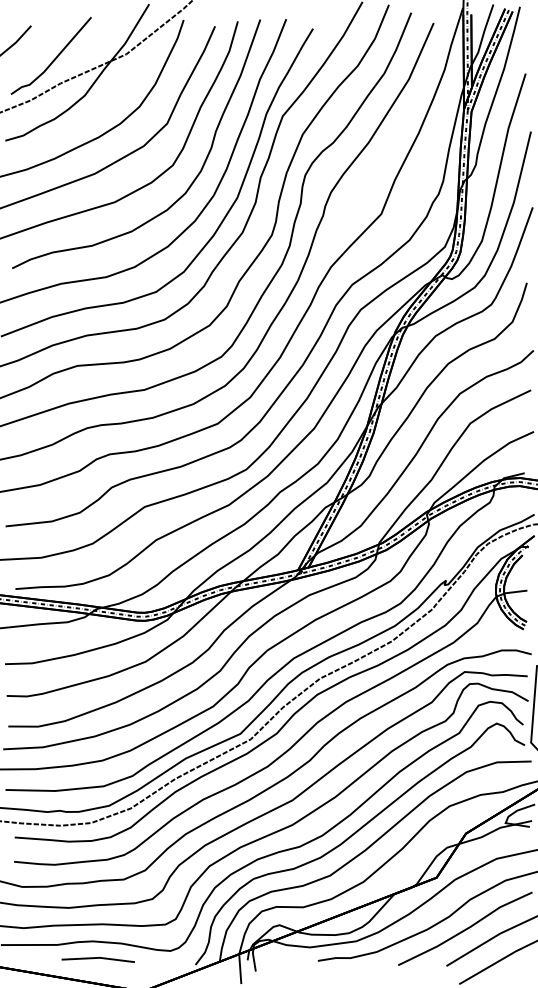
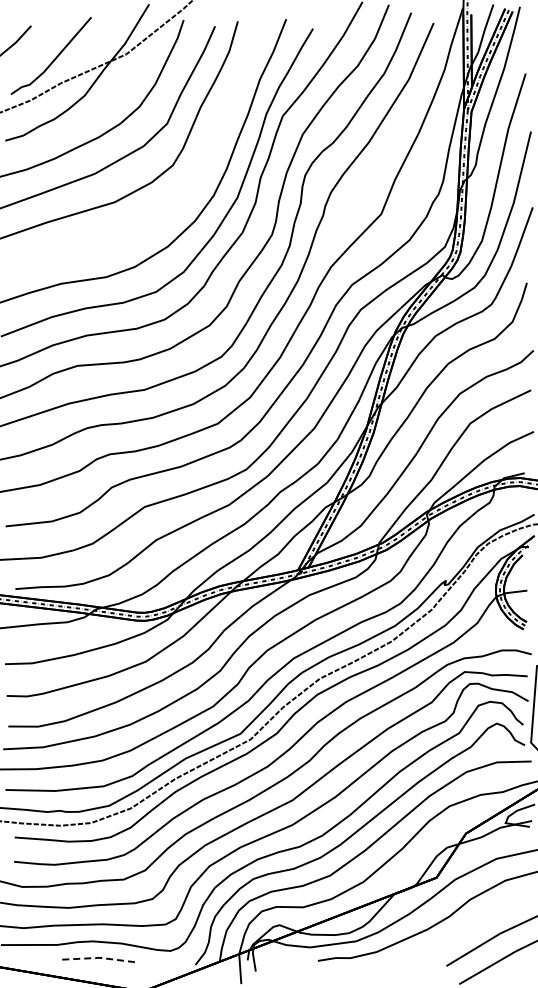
curve at (191, 182): present -> none
line at (465, 928): present -> none
line at (98, 957): solid -> dashed
